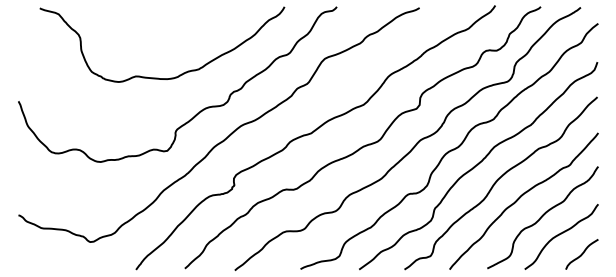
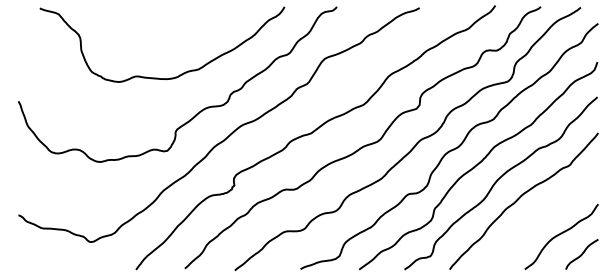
curve at (542, 217): present -> none
